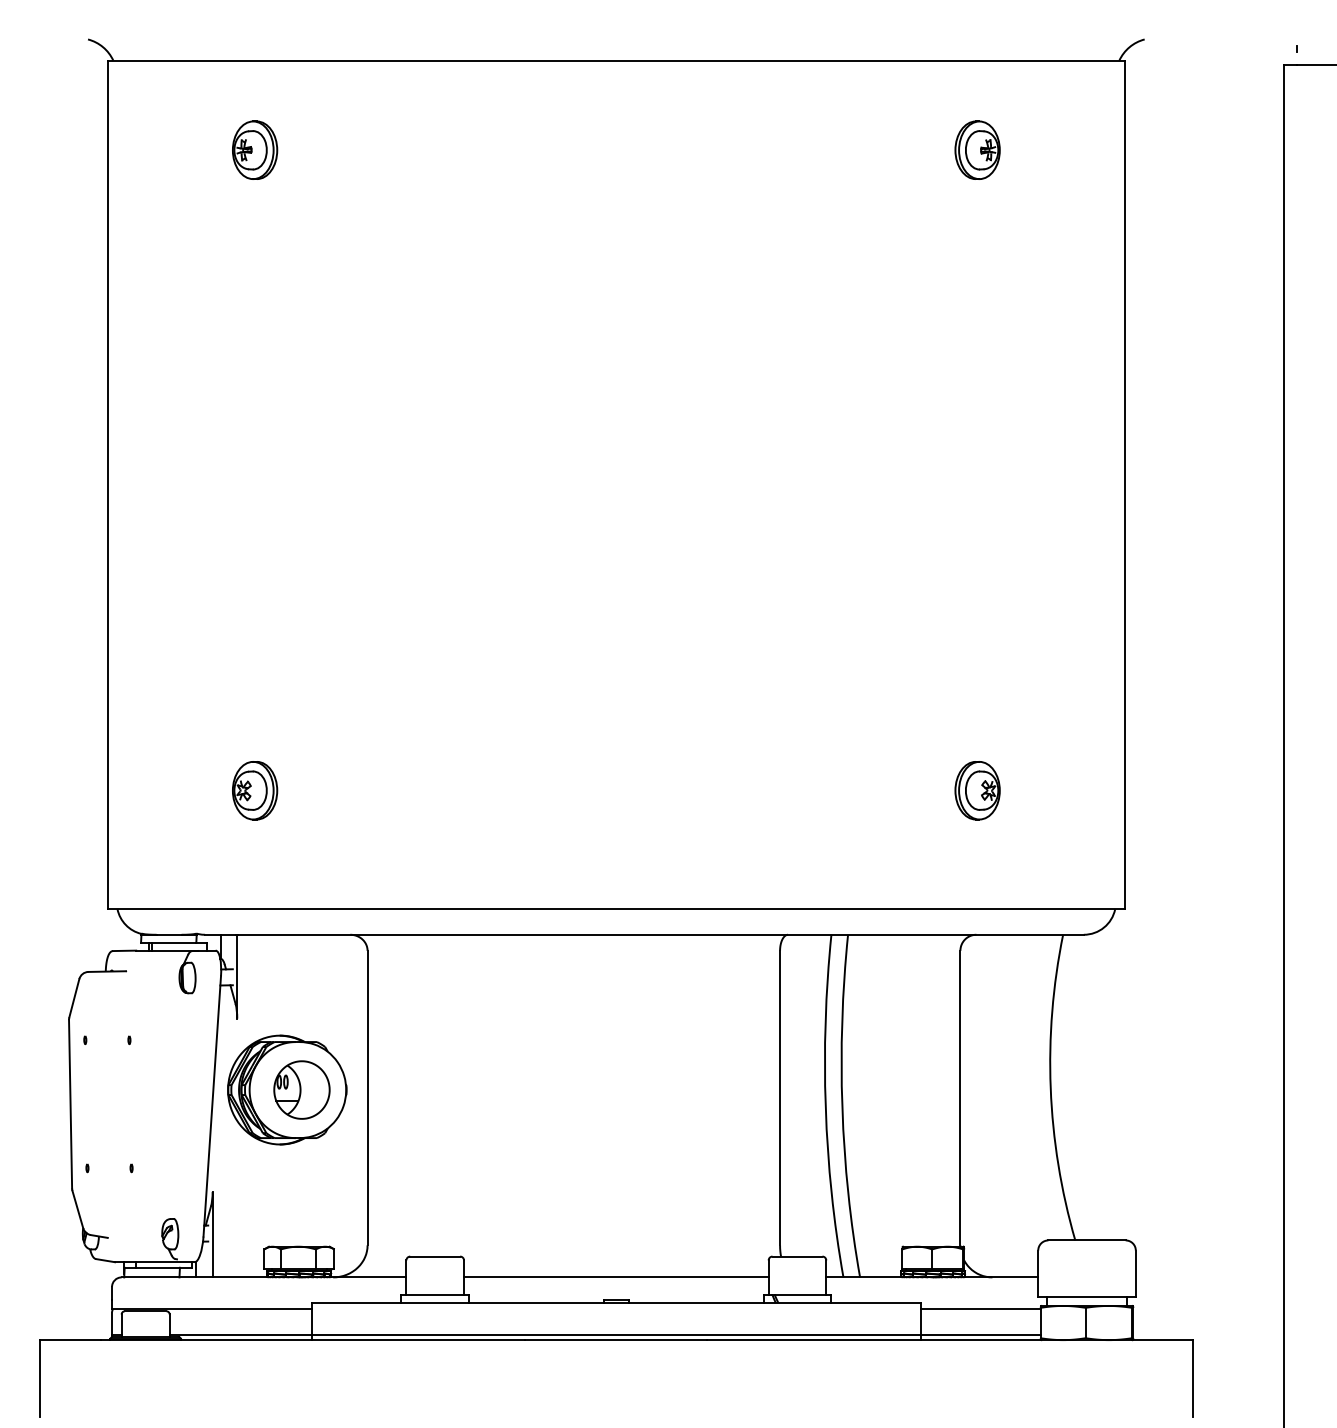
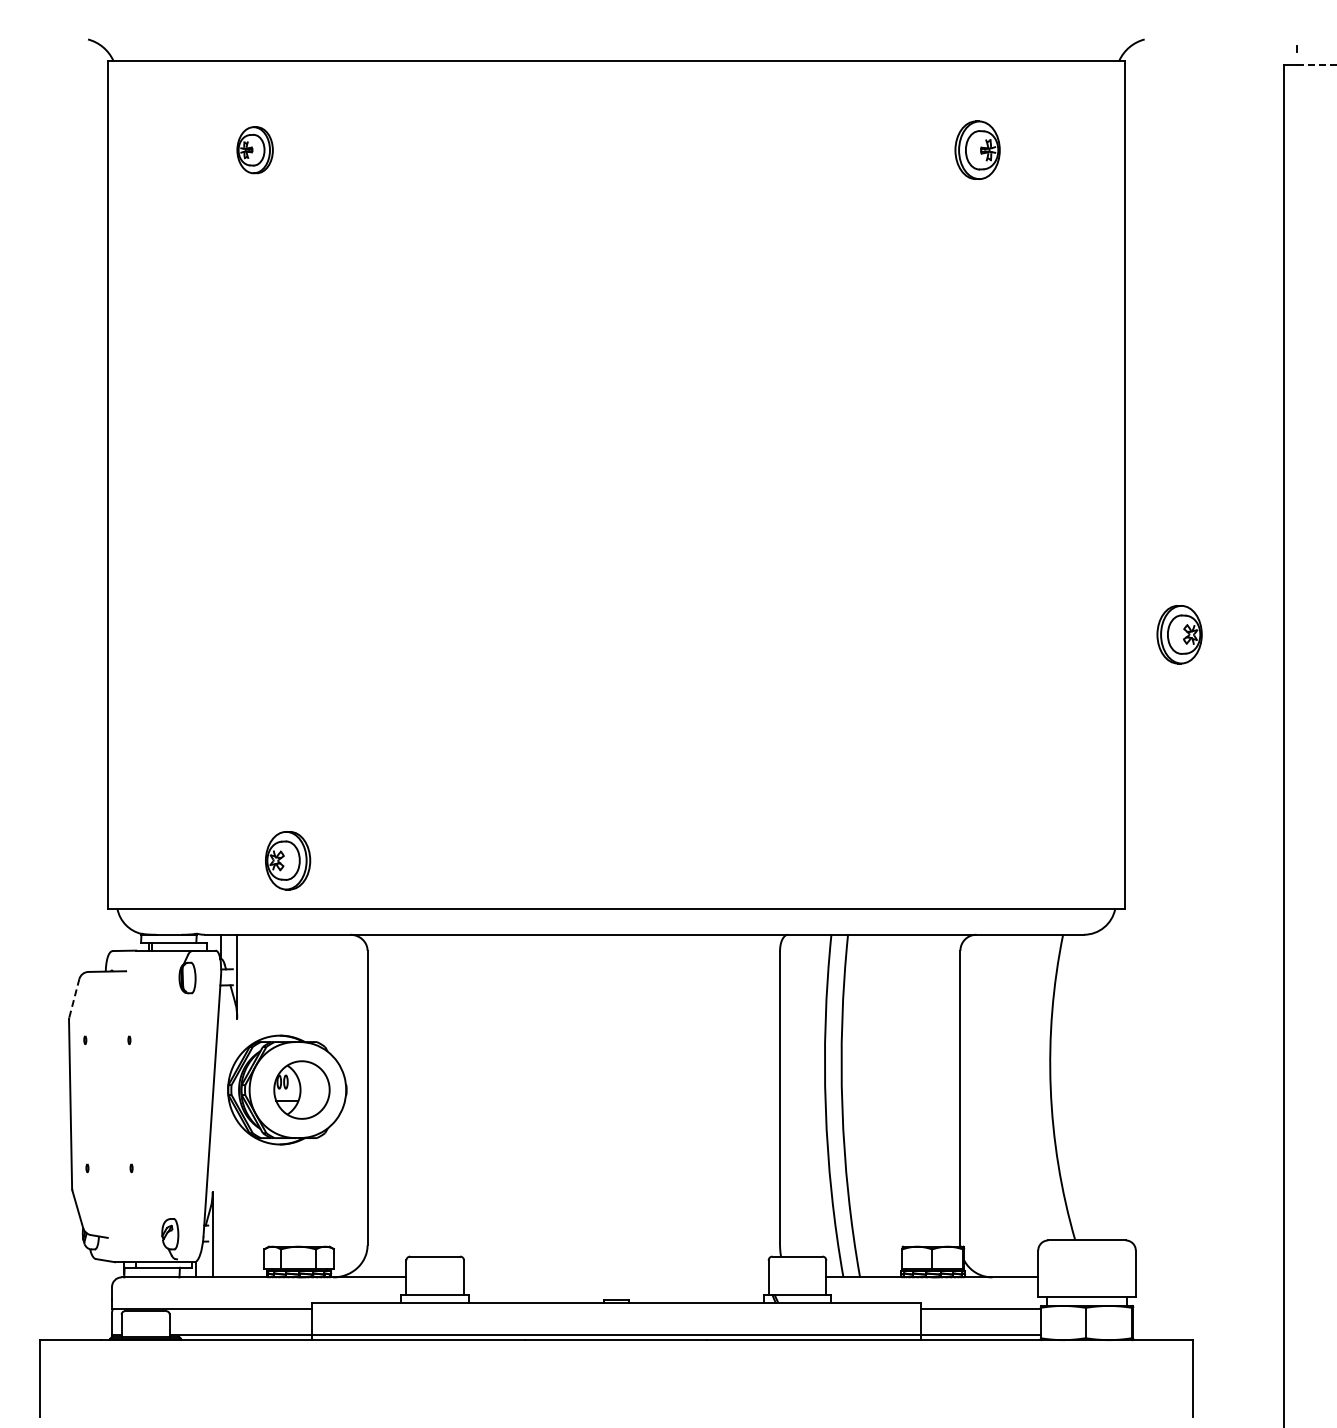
line at (1316, 65): solid -> dashed
part at (255, 149) size: 47x60 px -> 38x49 px
part at (255, 790) position: (255, 790) -> (288, 860)
part at (977, 790) position: (977, 790) -> (1179, 634)
line at (74, 998): solid -> dashed
line at (616, 1277): present -> none
